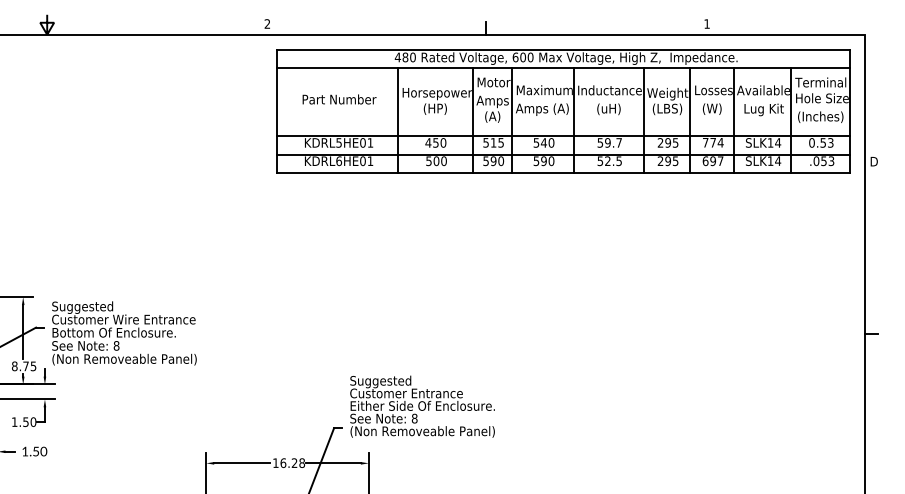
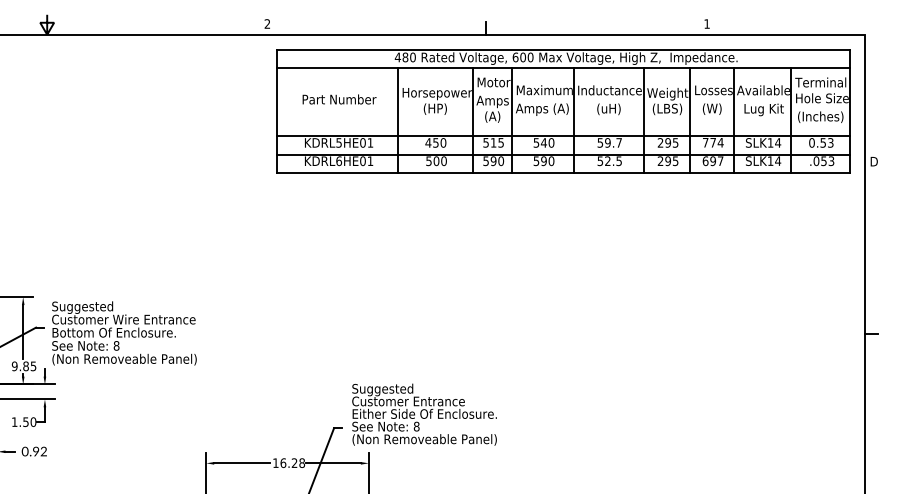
text at (19, 366): 8.75 -> 9.85
text at (422, 406) position: (422, 406) -> (424, 414)
text at (34, 451): 1.50 -> 0.92
